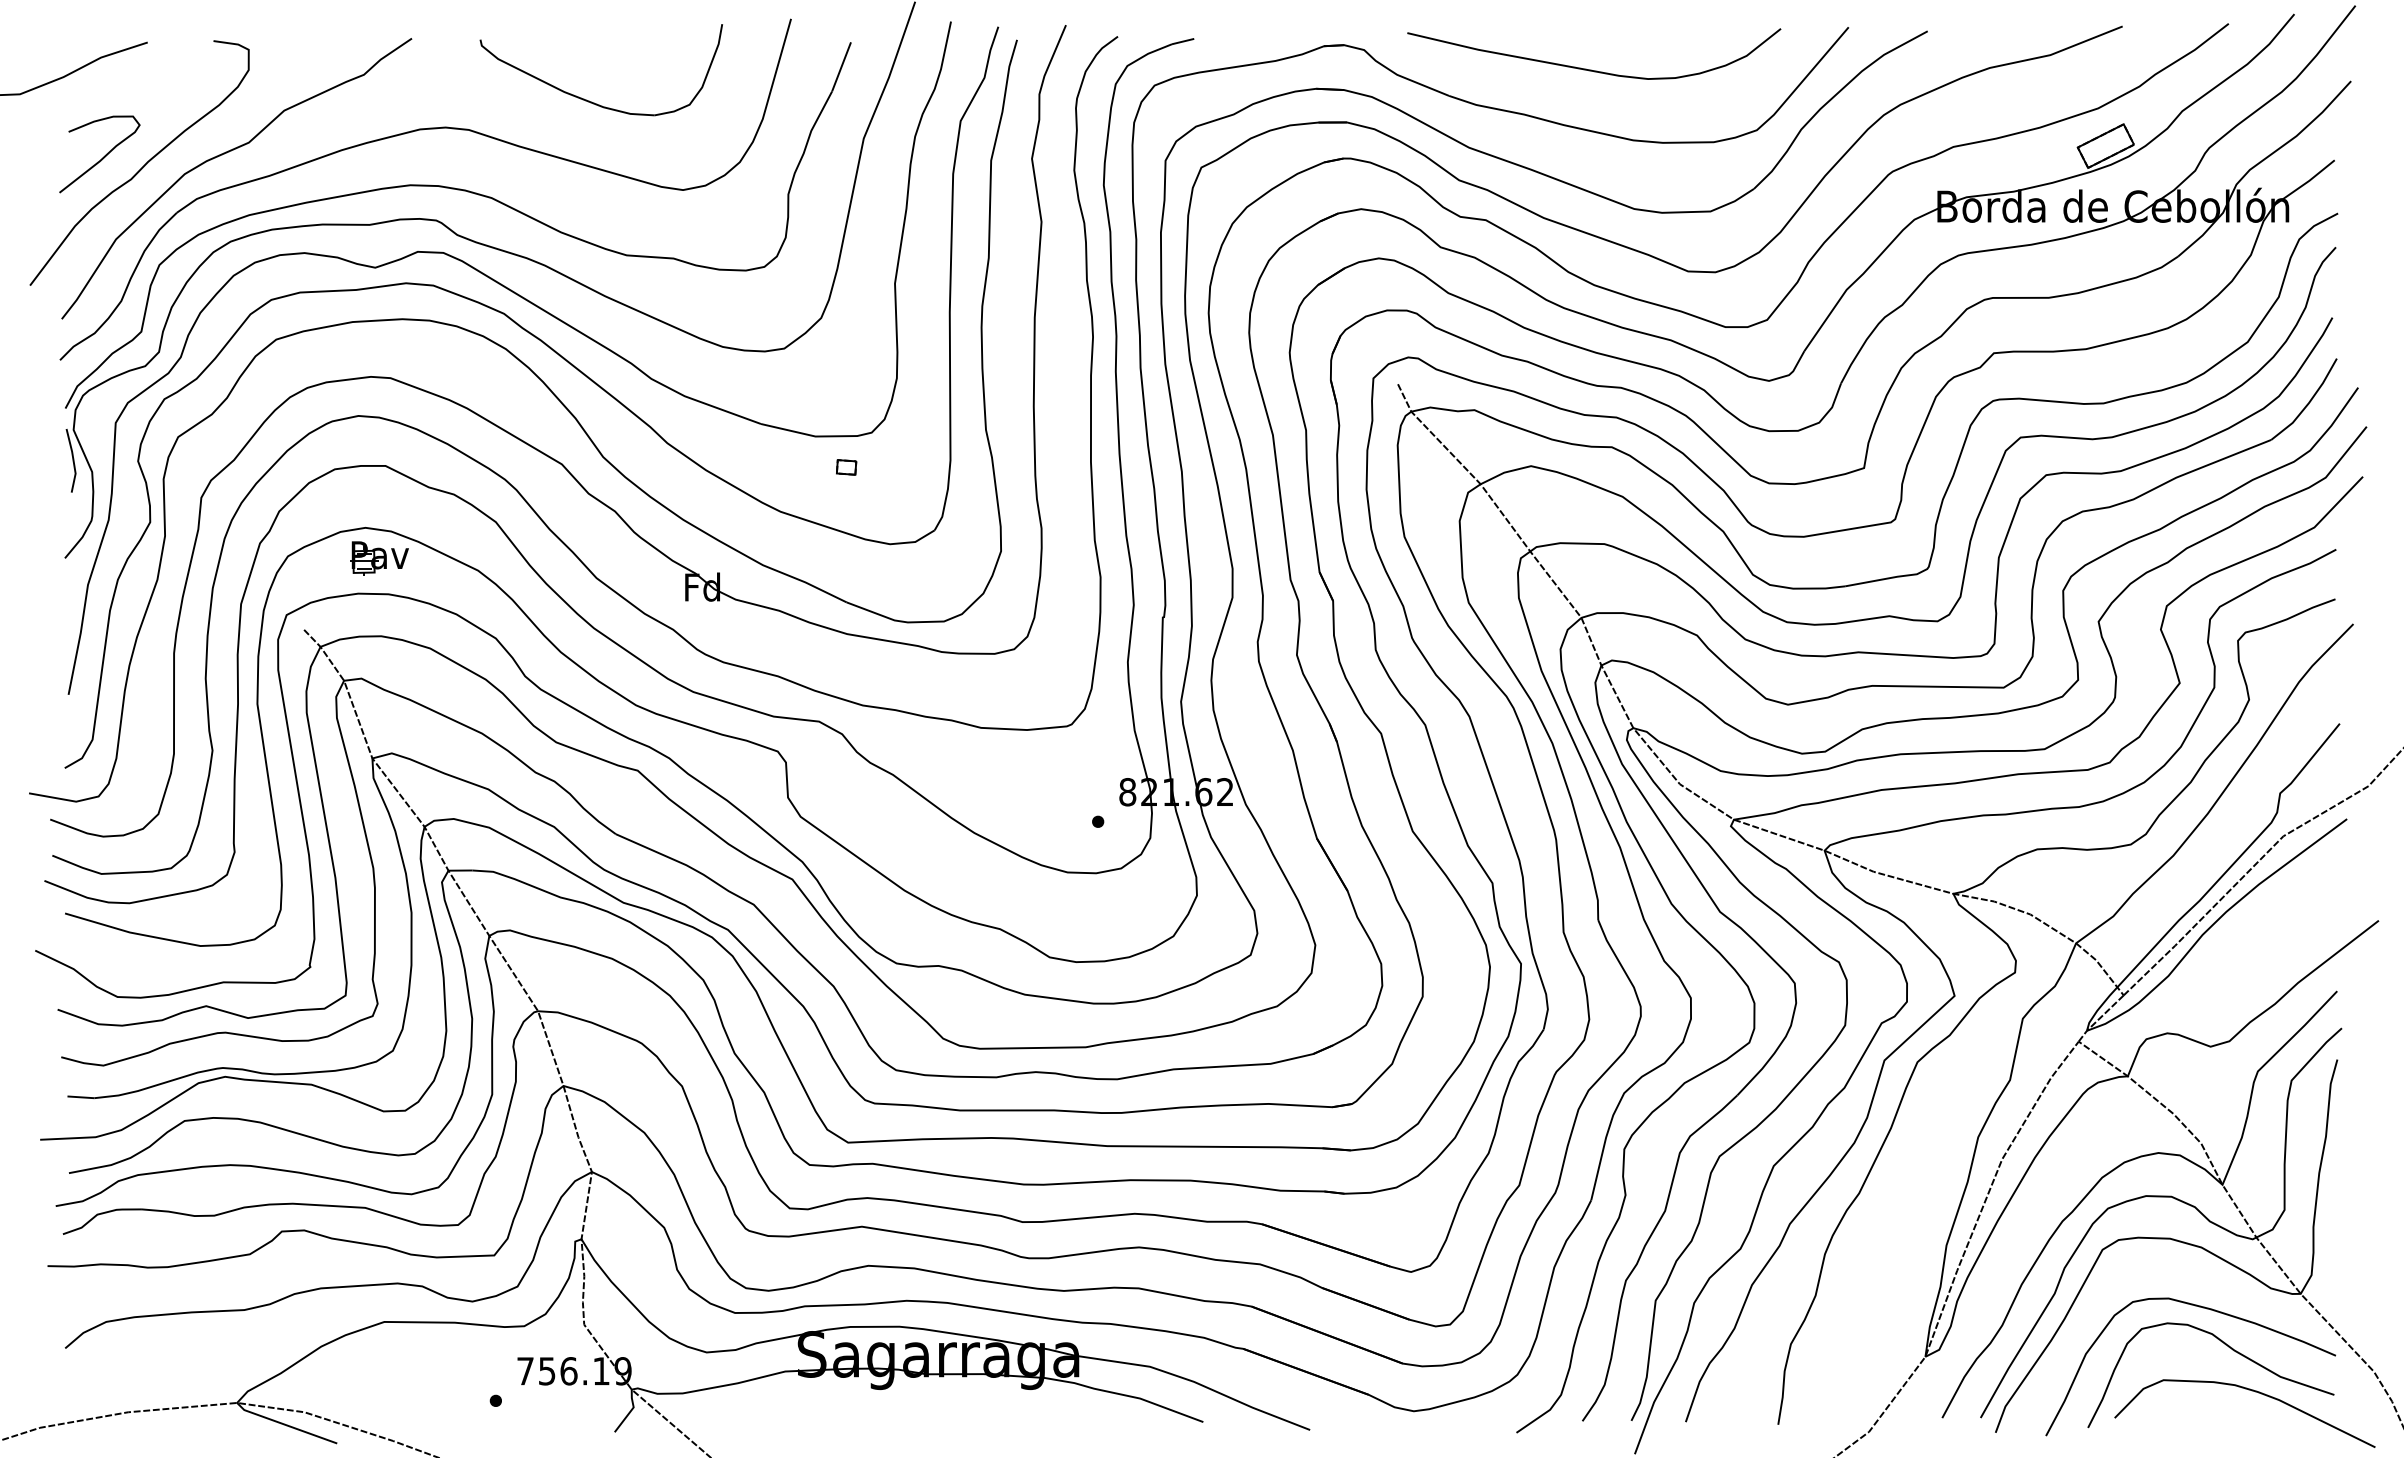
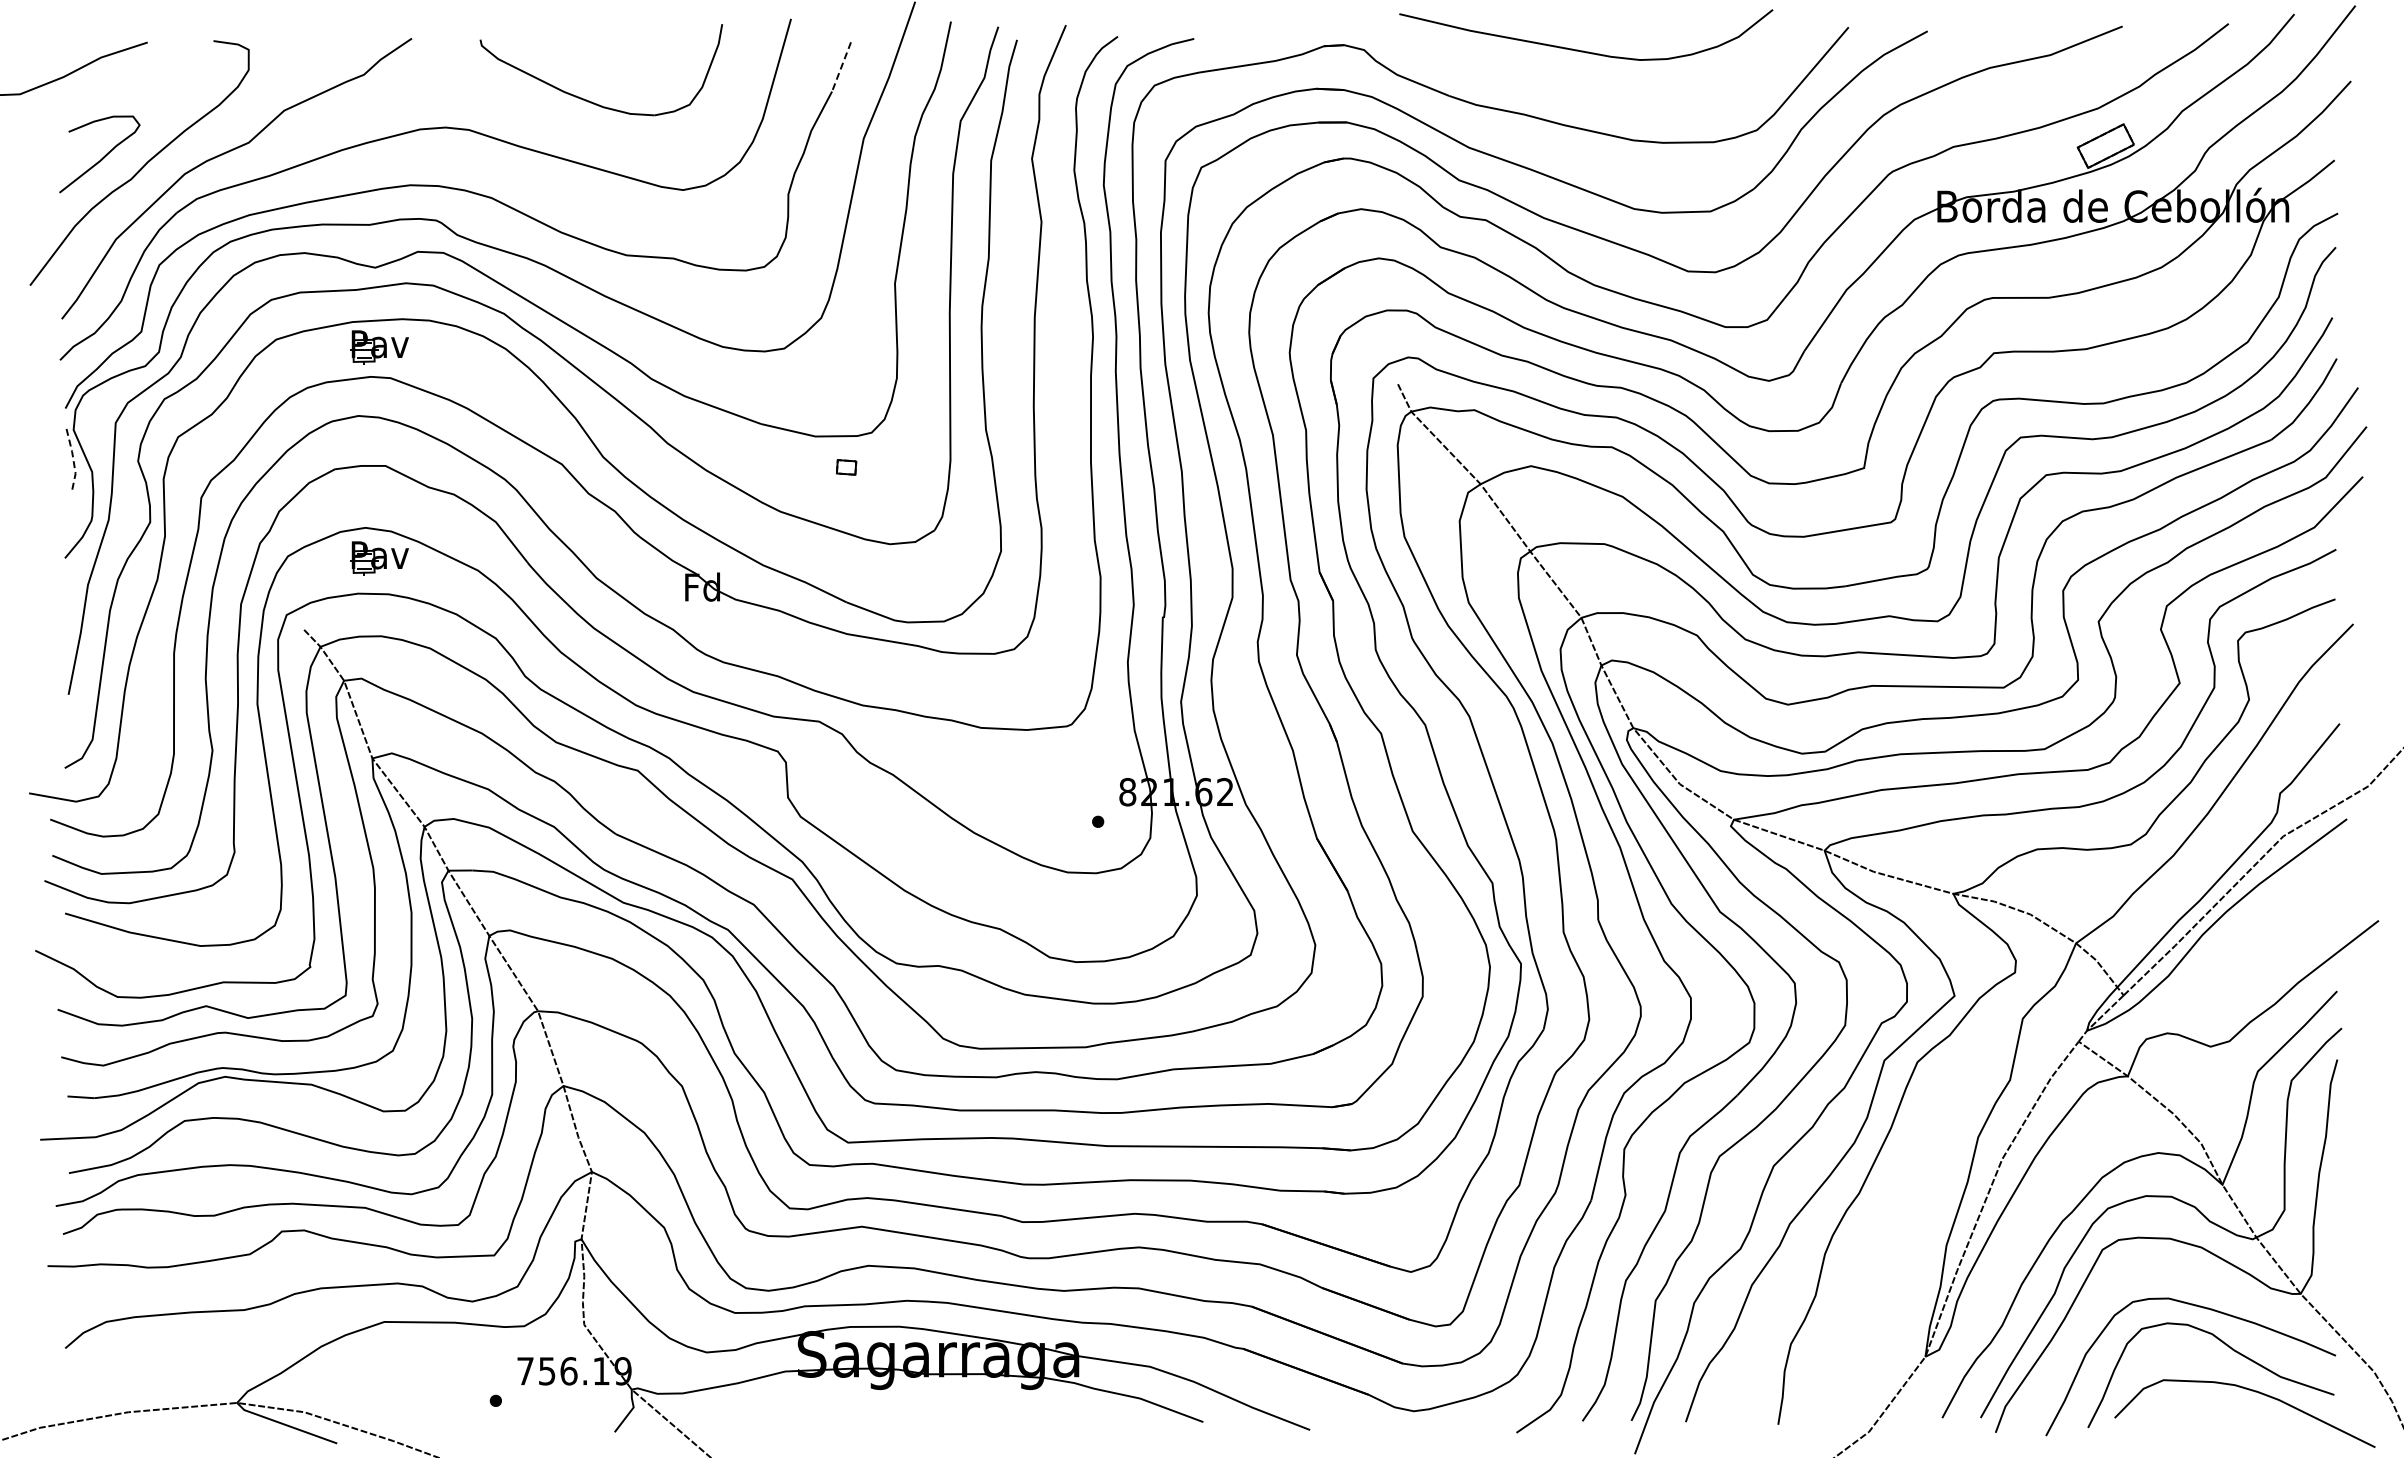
line at (841, 67): solid -> dashed
curve at (1591, 69) position: (1591, 69) -> (1583, 50)
part at (379, 347): none -> present
line at (73, 461): solid -> dashed
